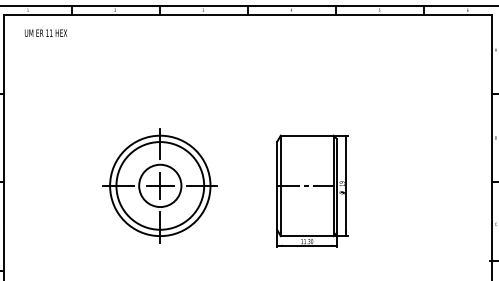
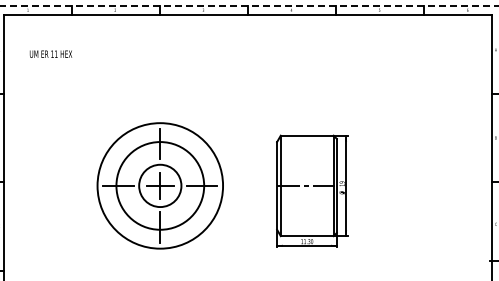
line at (248, 6): solid -> dashed
text at (45, 32) position: (45, 32) -> (50, 53)
circle at (160, 185) diameter: 100 px -> 126 px
